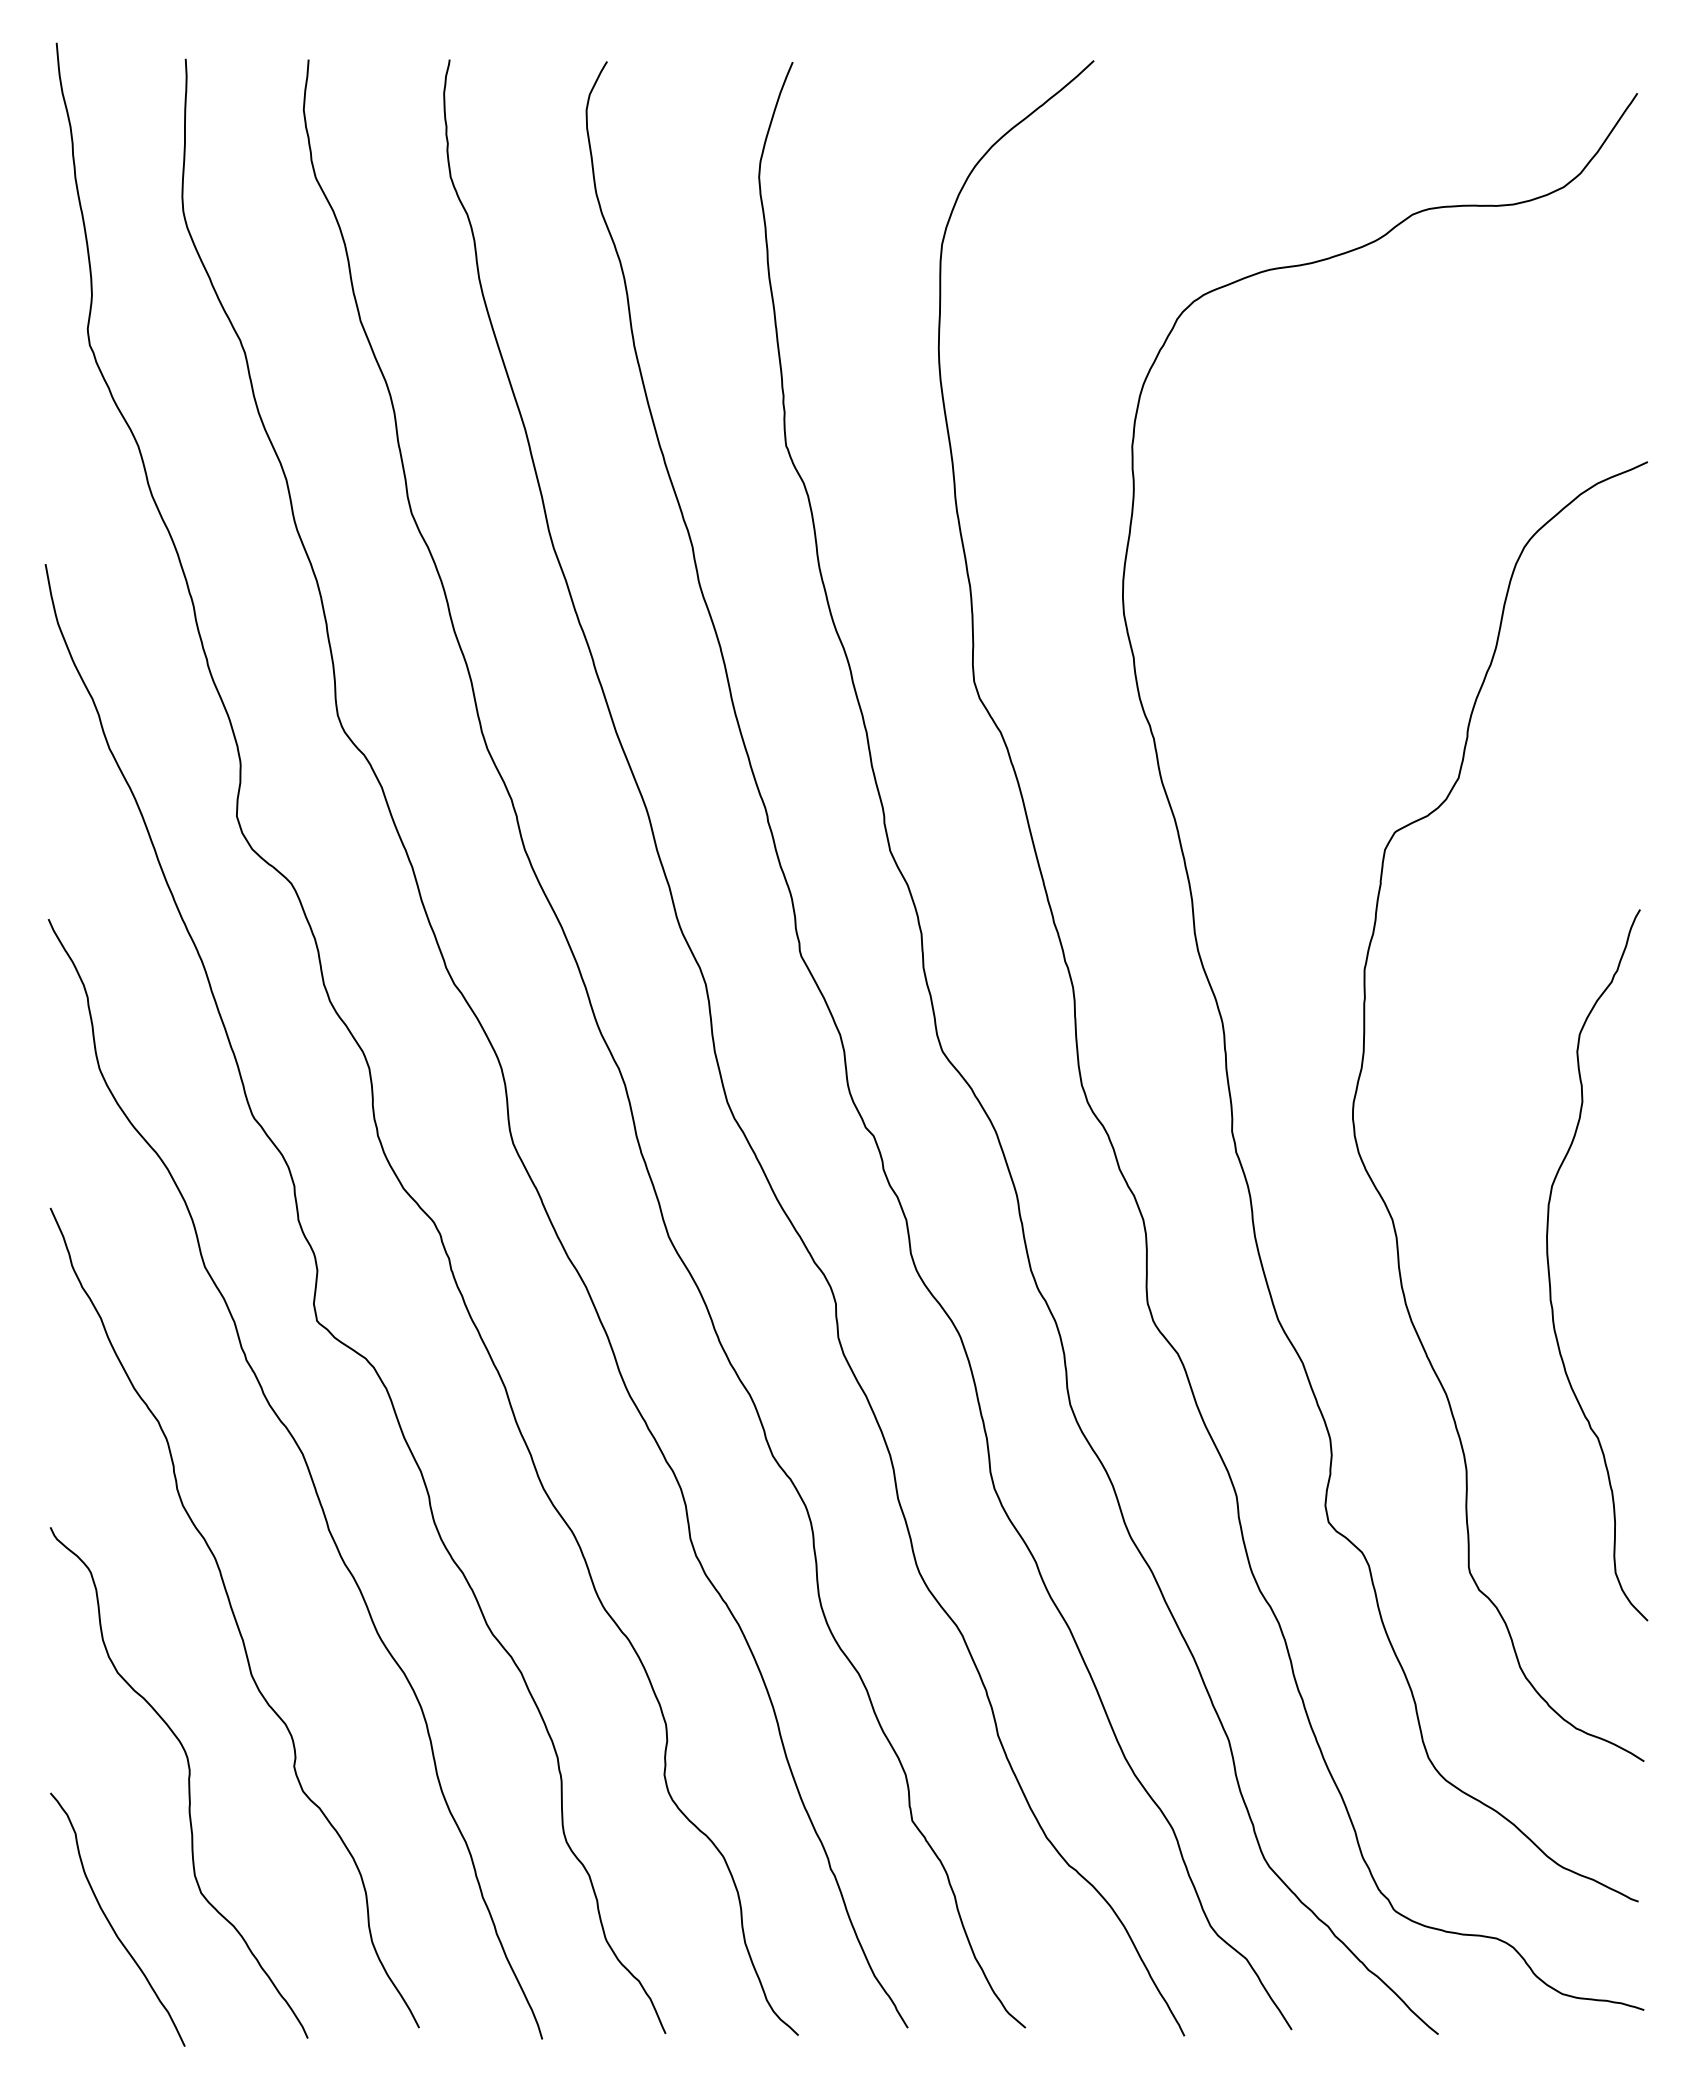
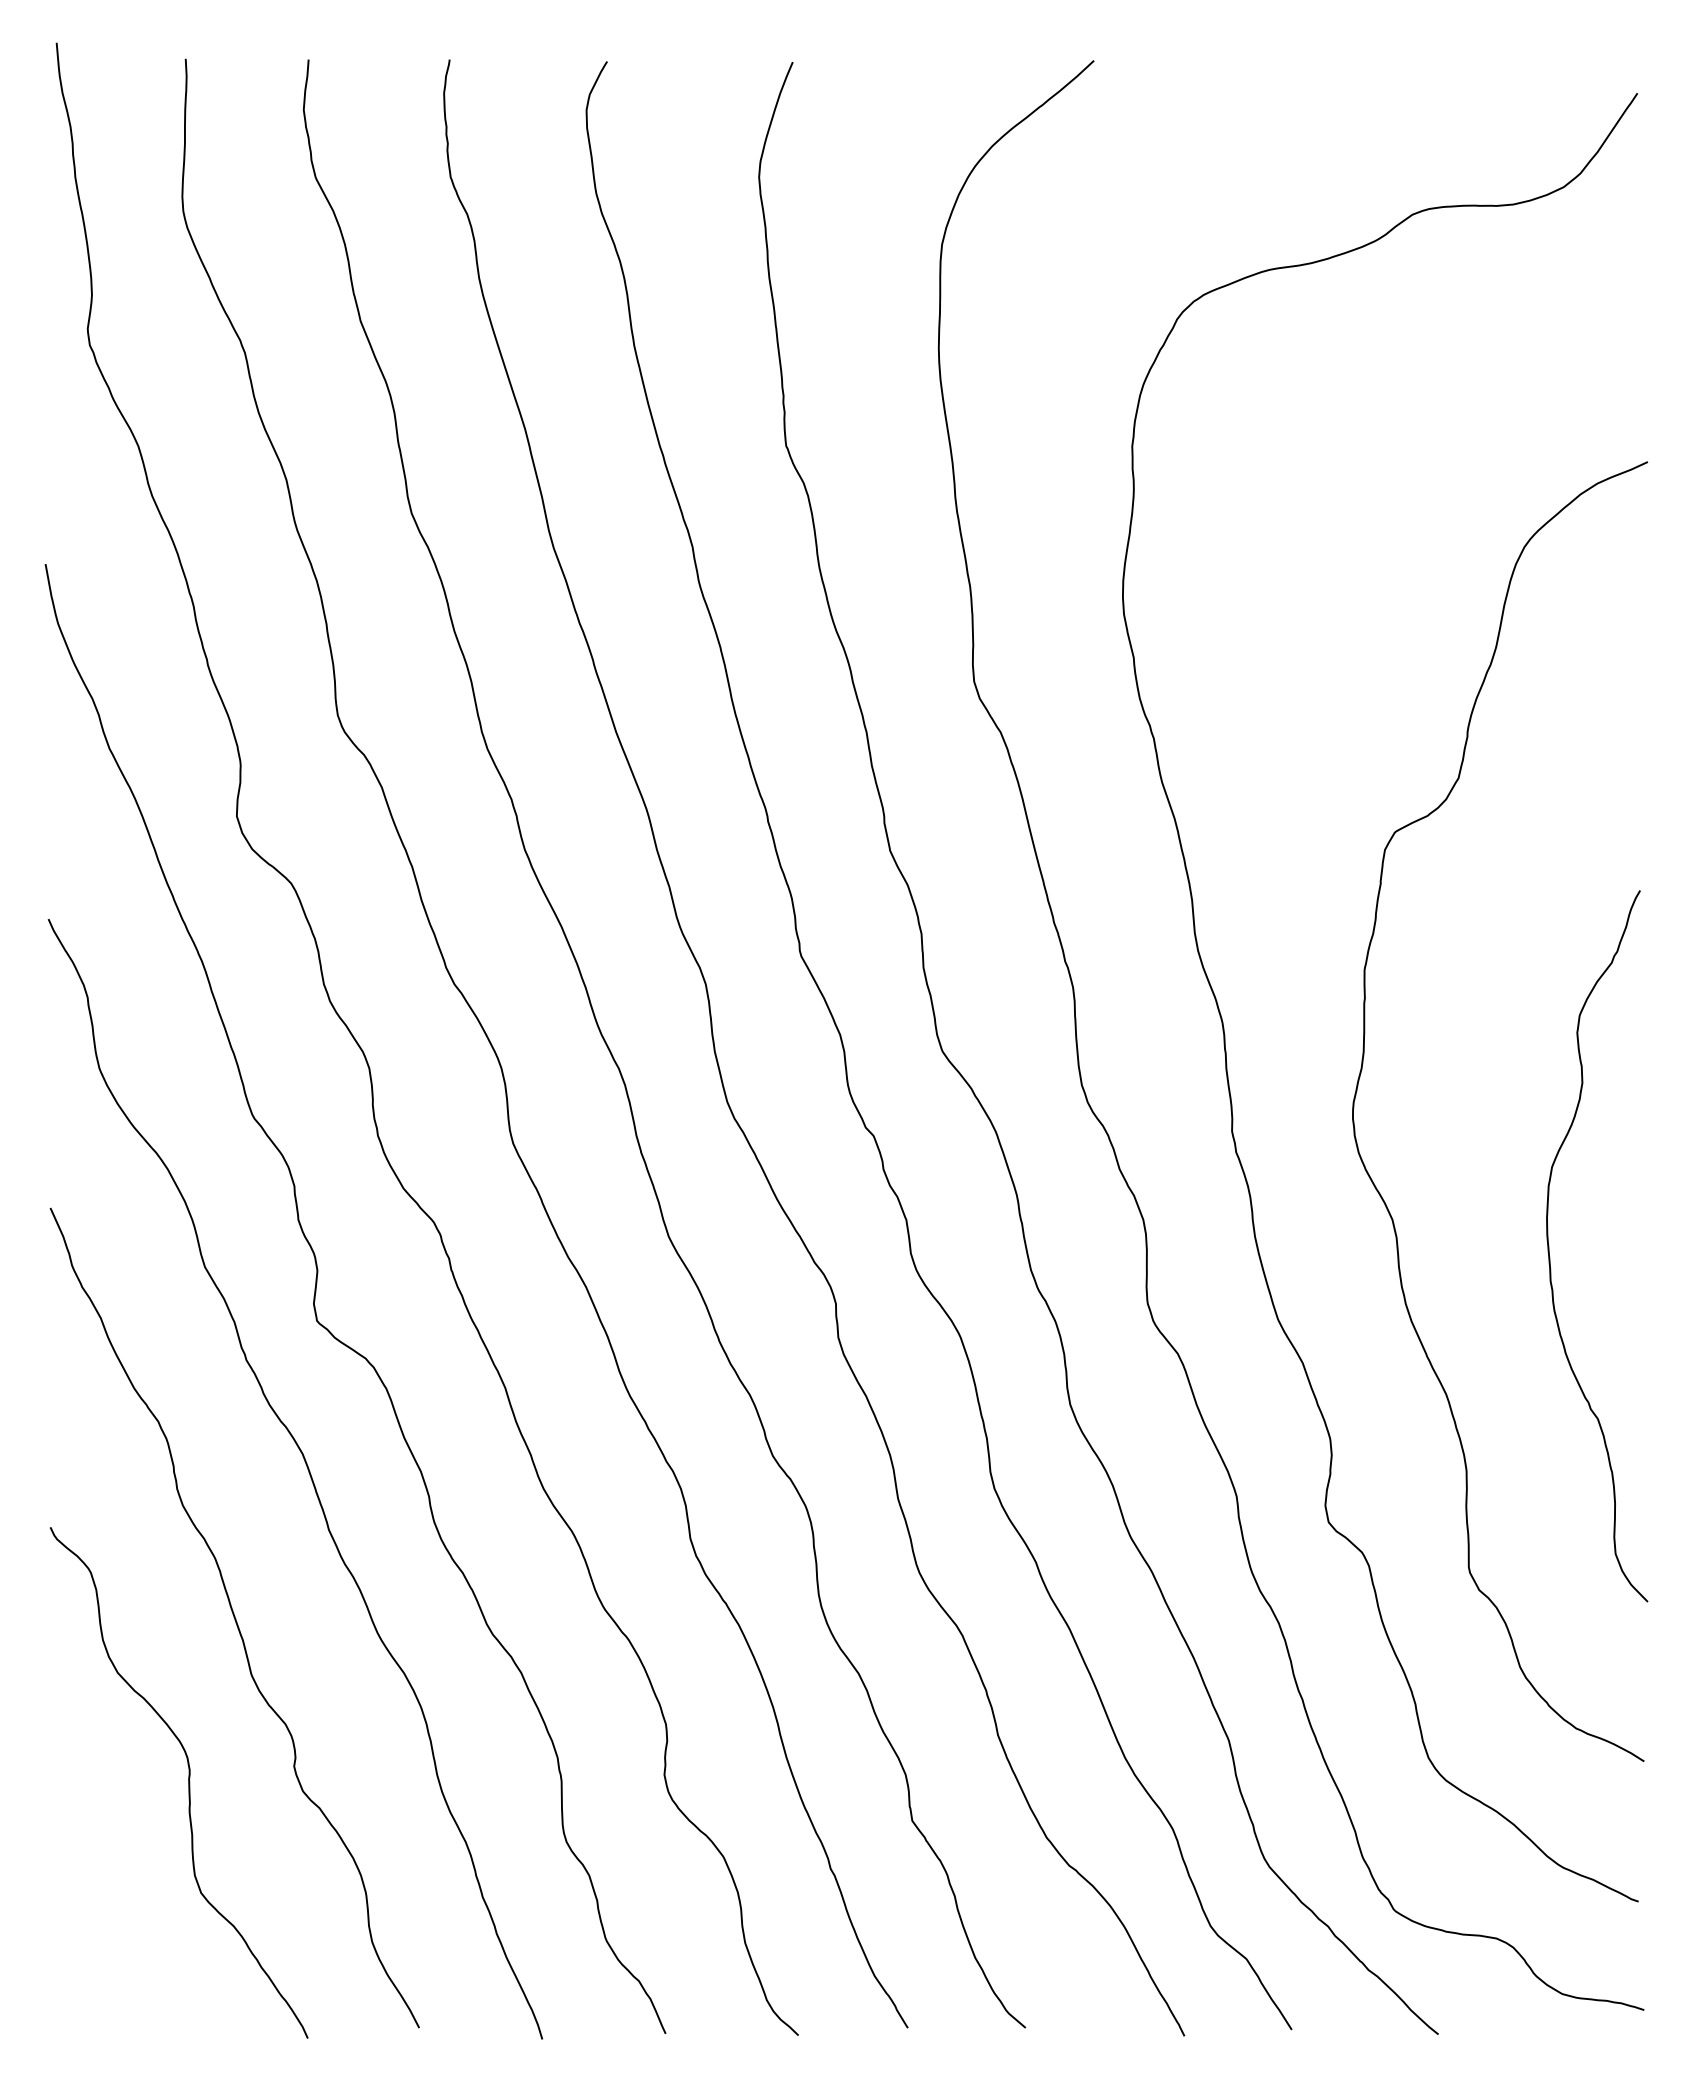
curve at (1549, 1265) position: (1549, 1265) -> (1549, 1246)
curve at (110, 1922): present -> none
